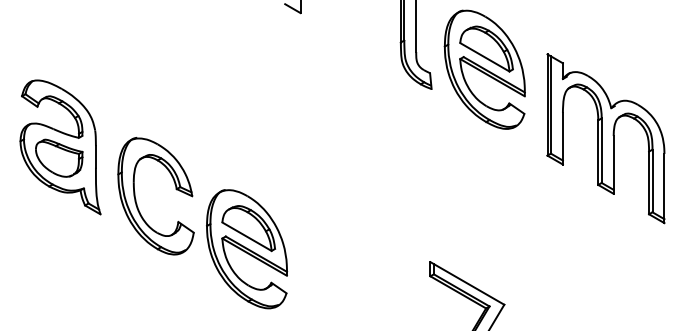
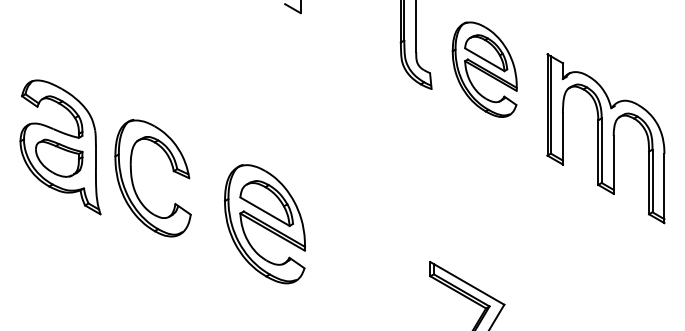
part at (484, 69) size: 83x121 px -> 67x97 px
part at (136, 199) position: (136, 199) -> (133, 181)
part at (247, 249) position: (247, 249) -> (265, 224)
